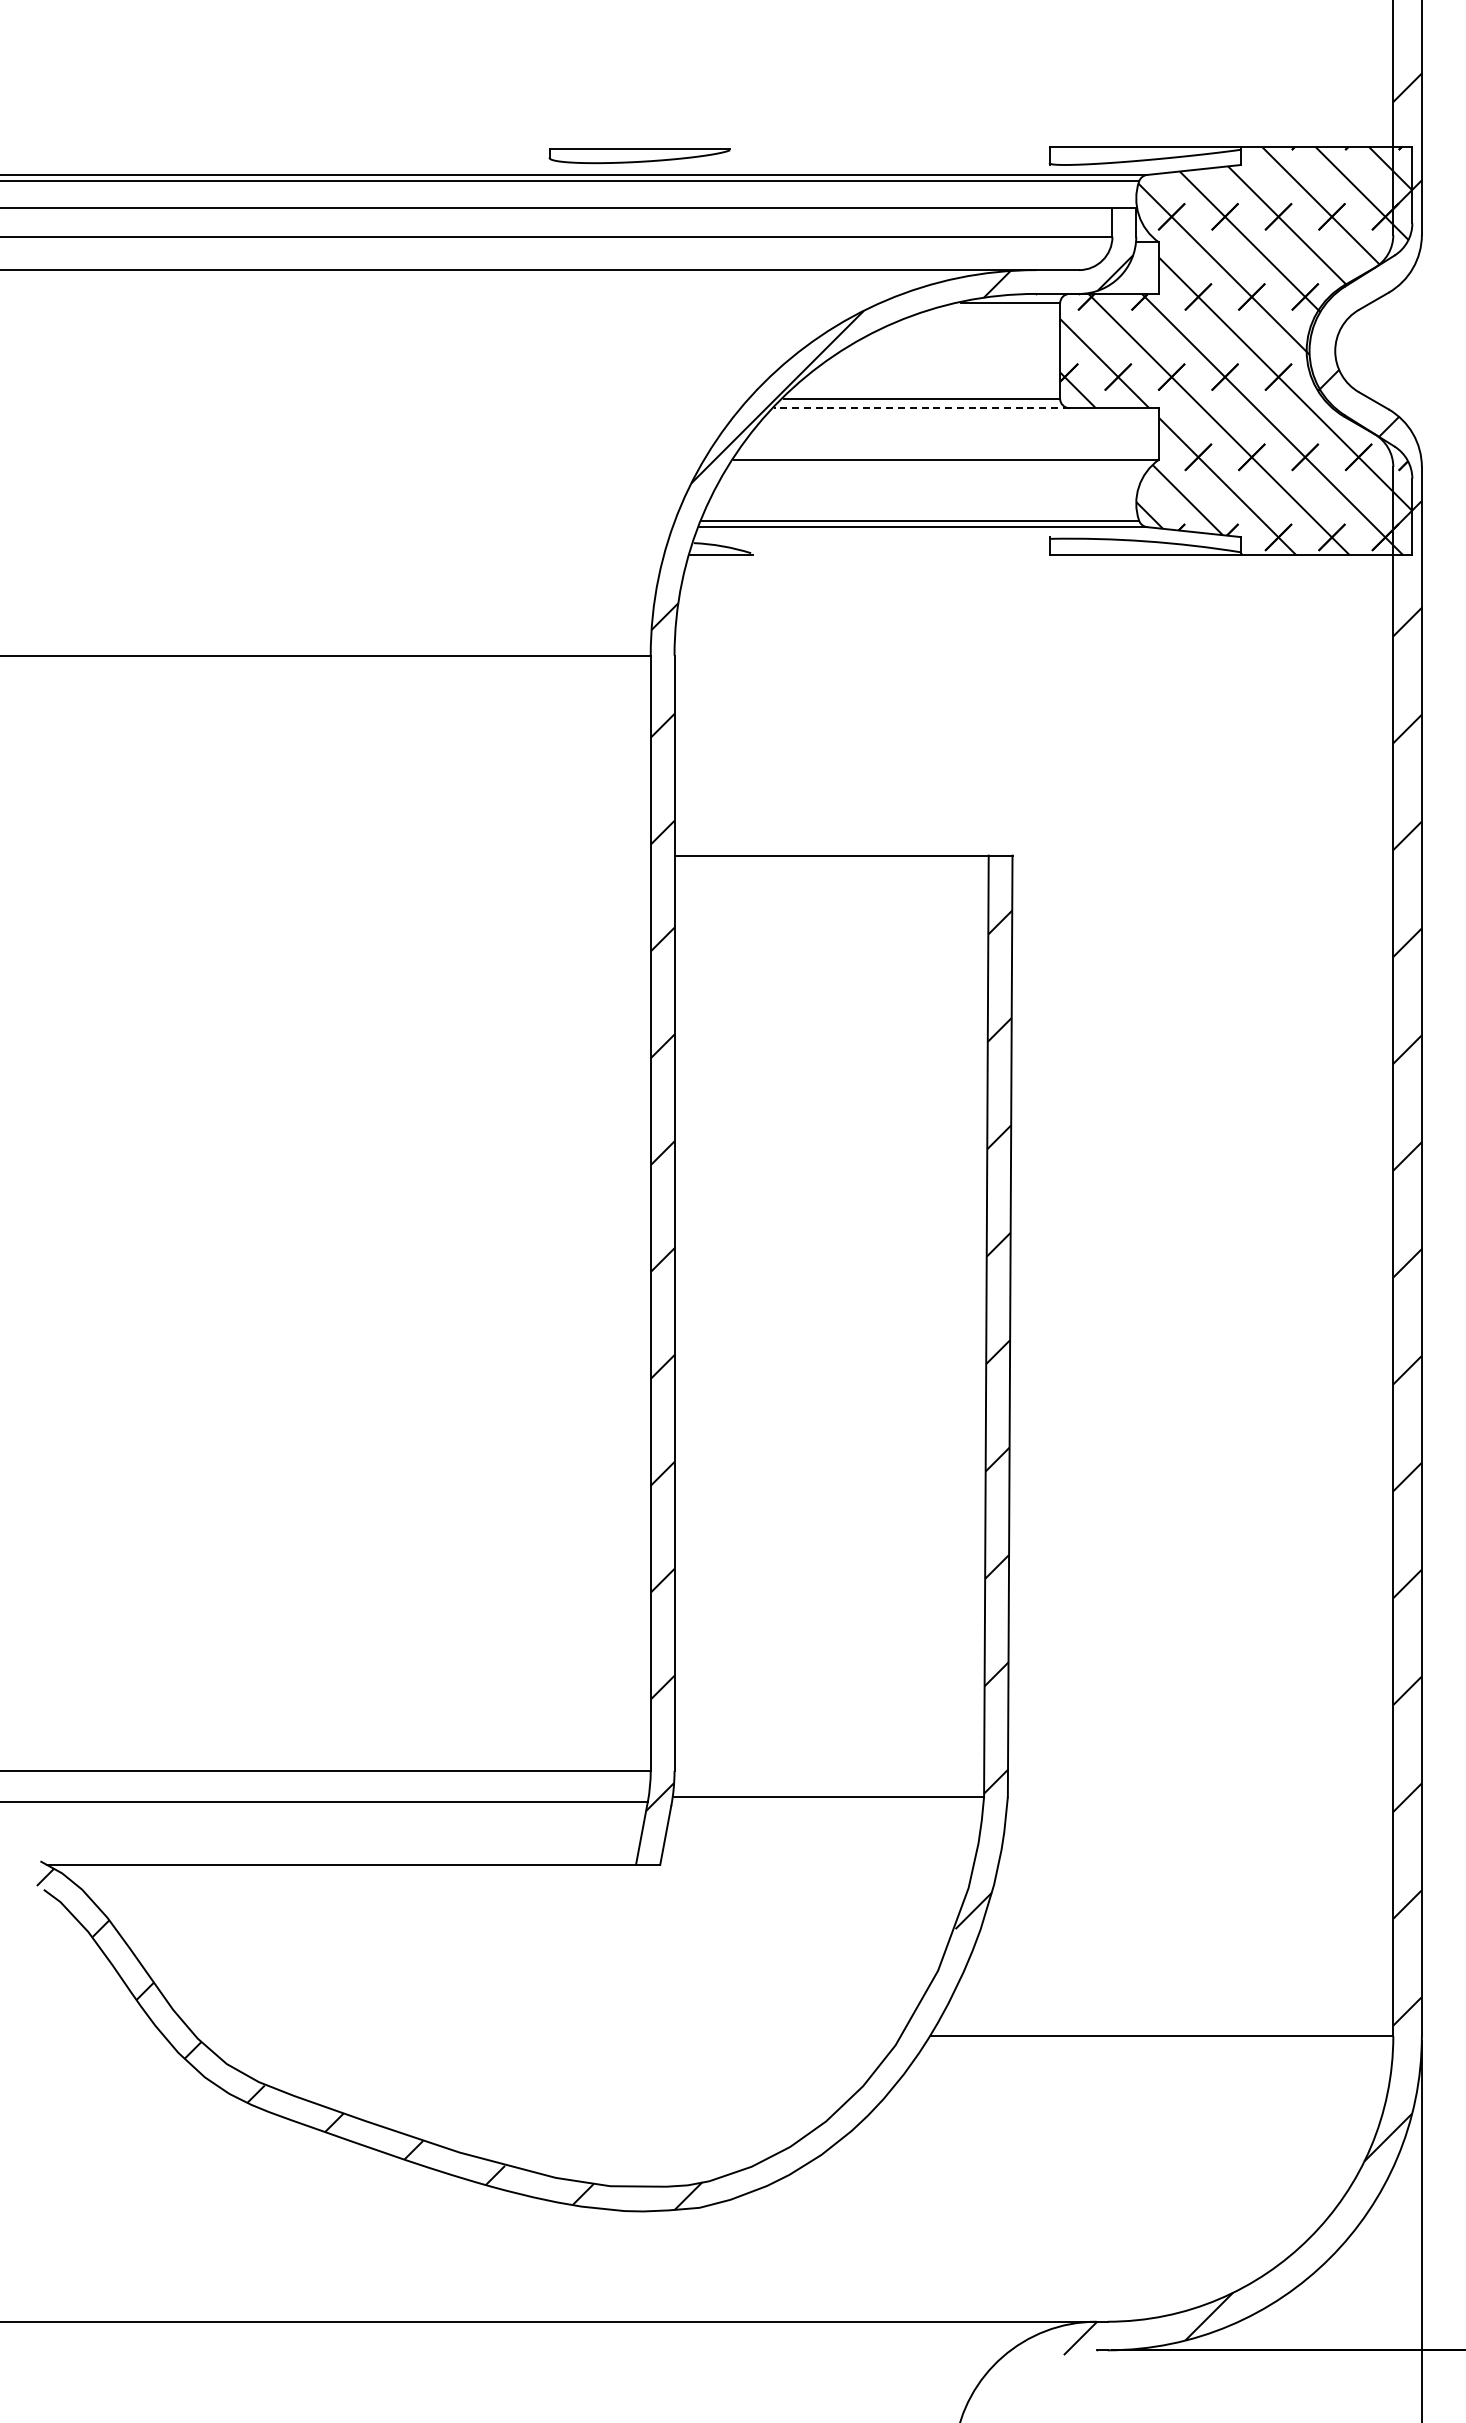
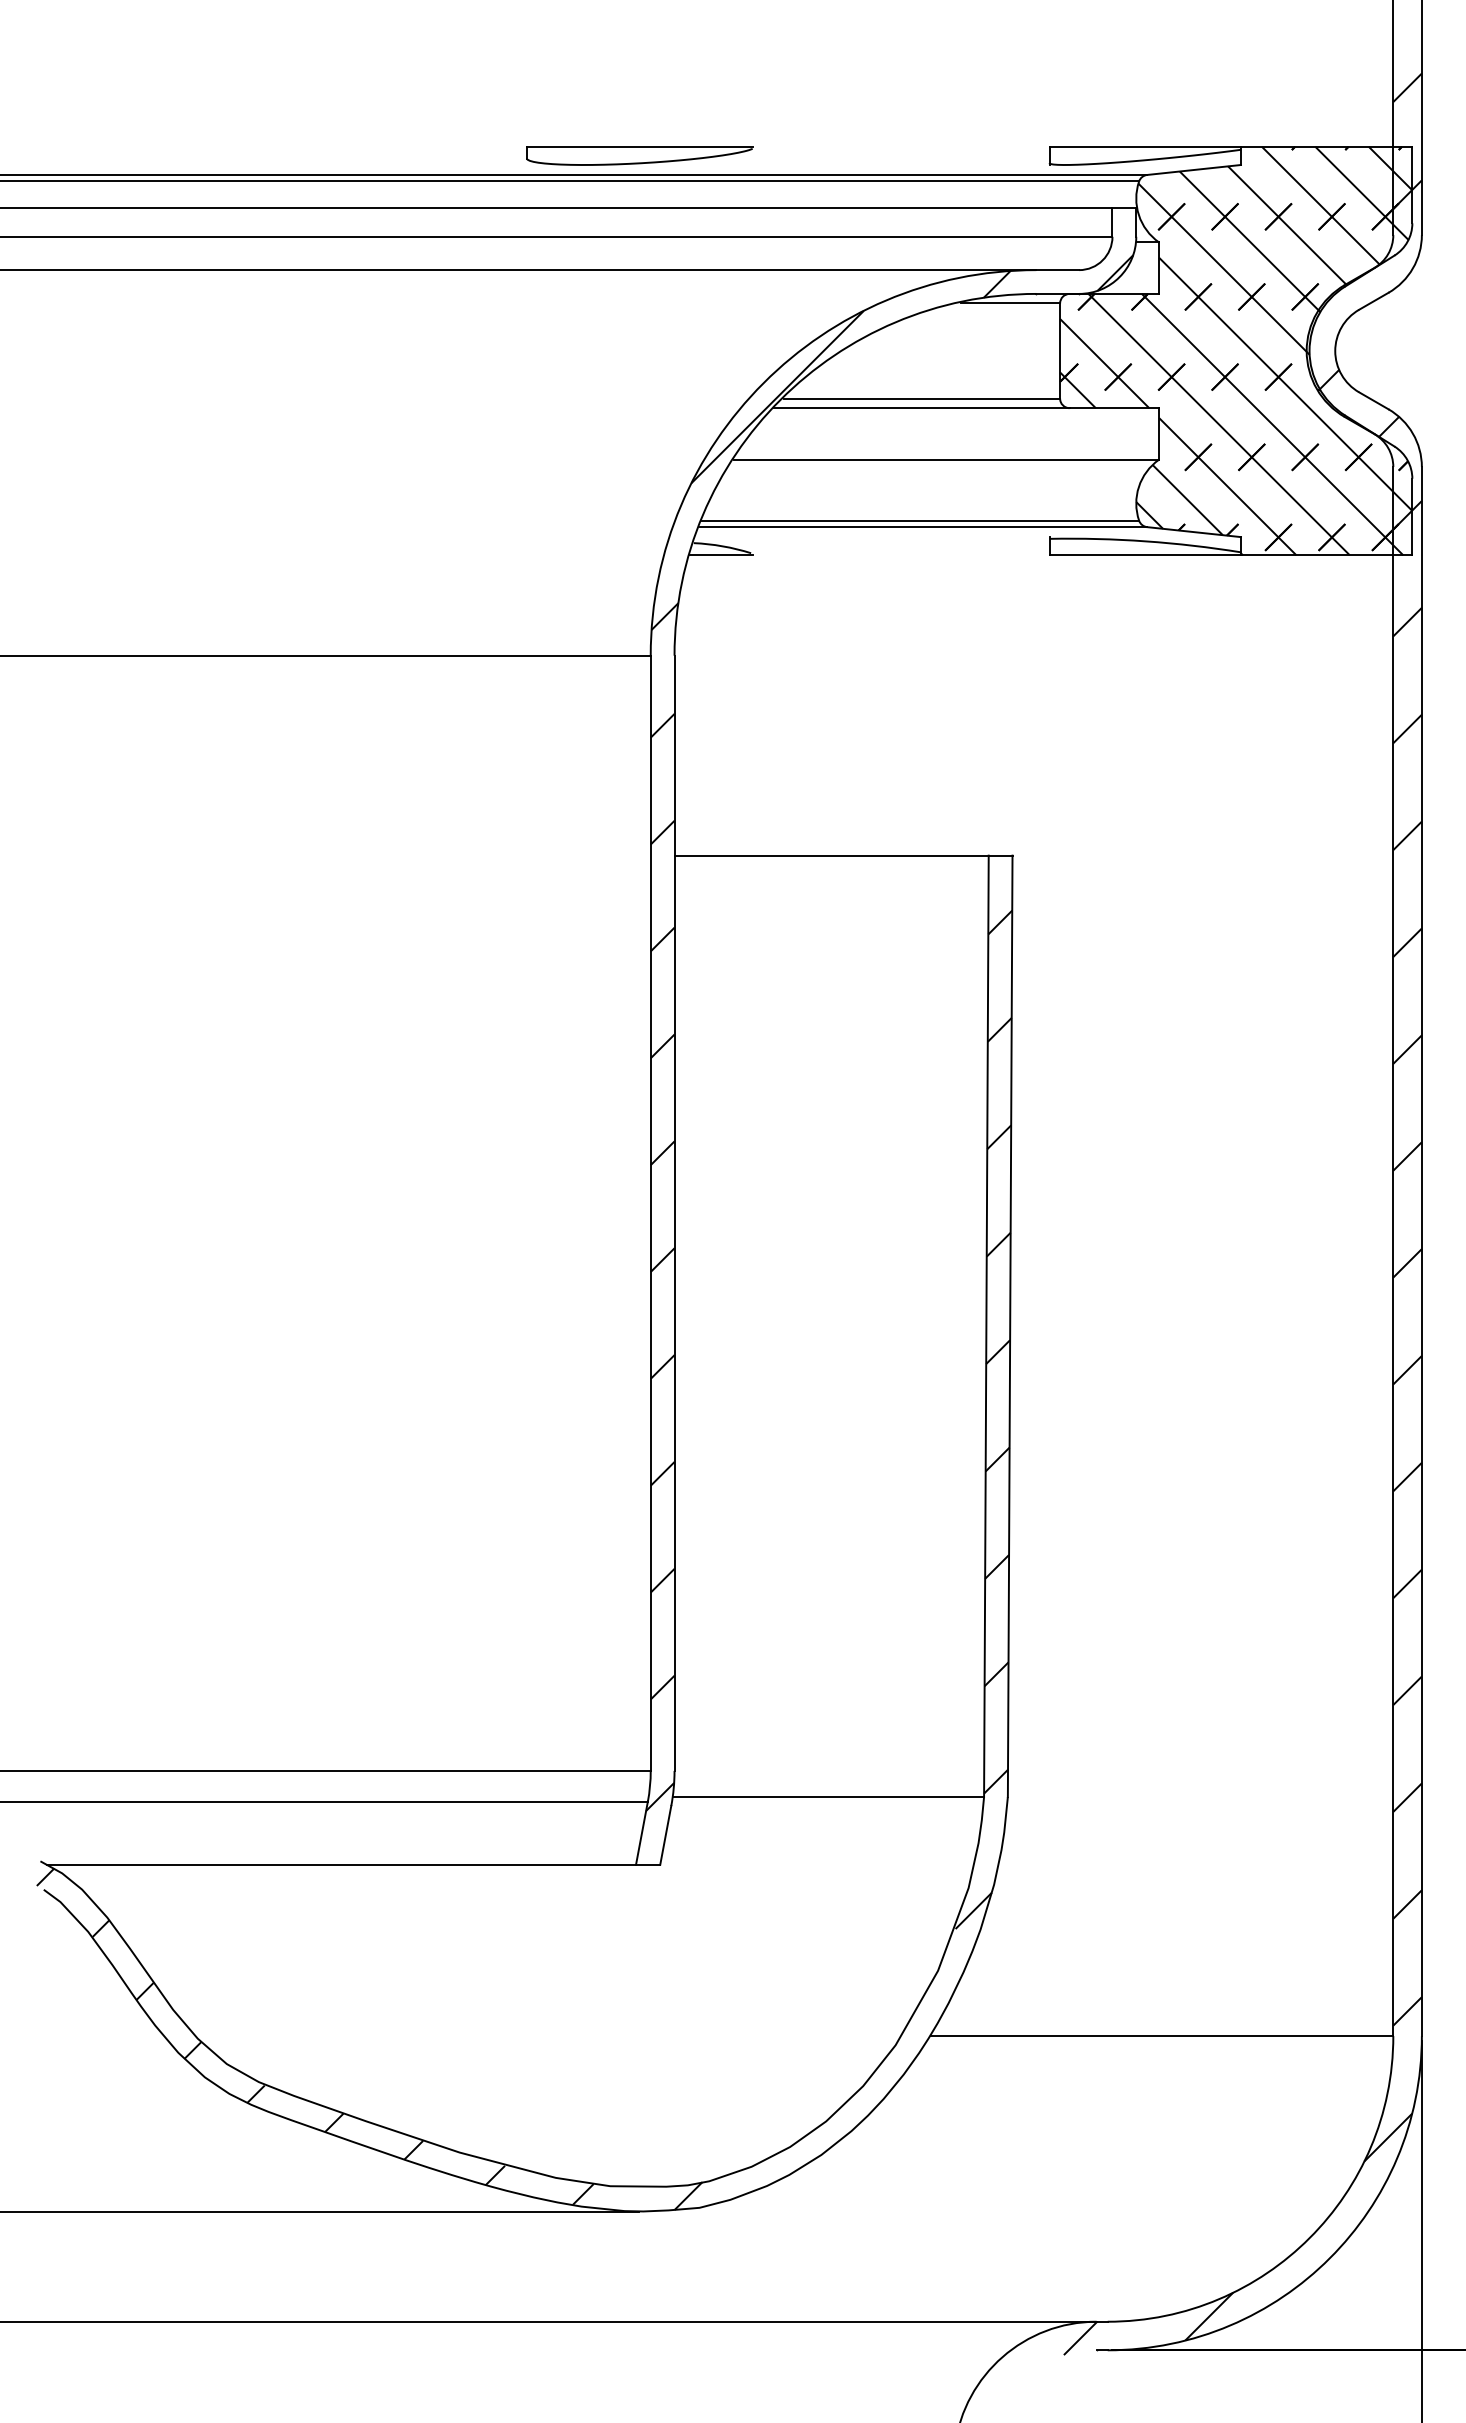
part at (639, 156) size: 183x17 px -> 228x20 px
line at (921, 408): dashed -> solid
line at (320, 2211): none -> present
